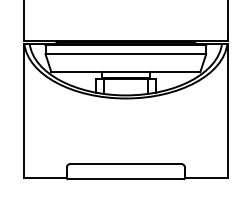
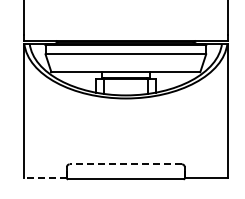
line at (125, 164): solid -> dashed
line at (45, 177): solid -> dashed
